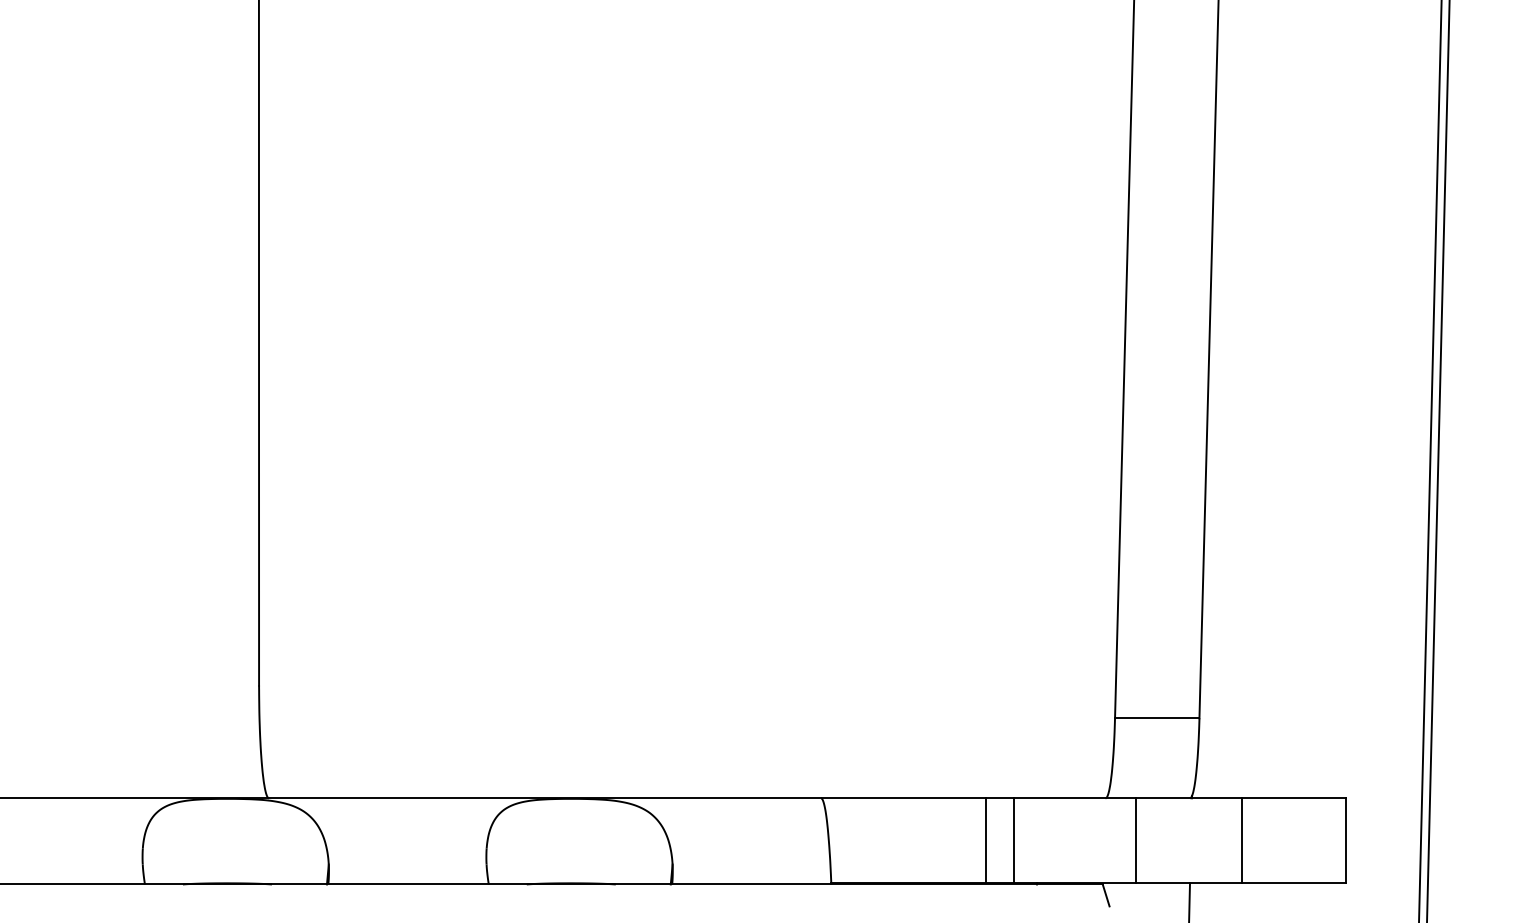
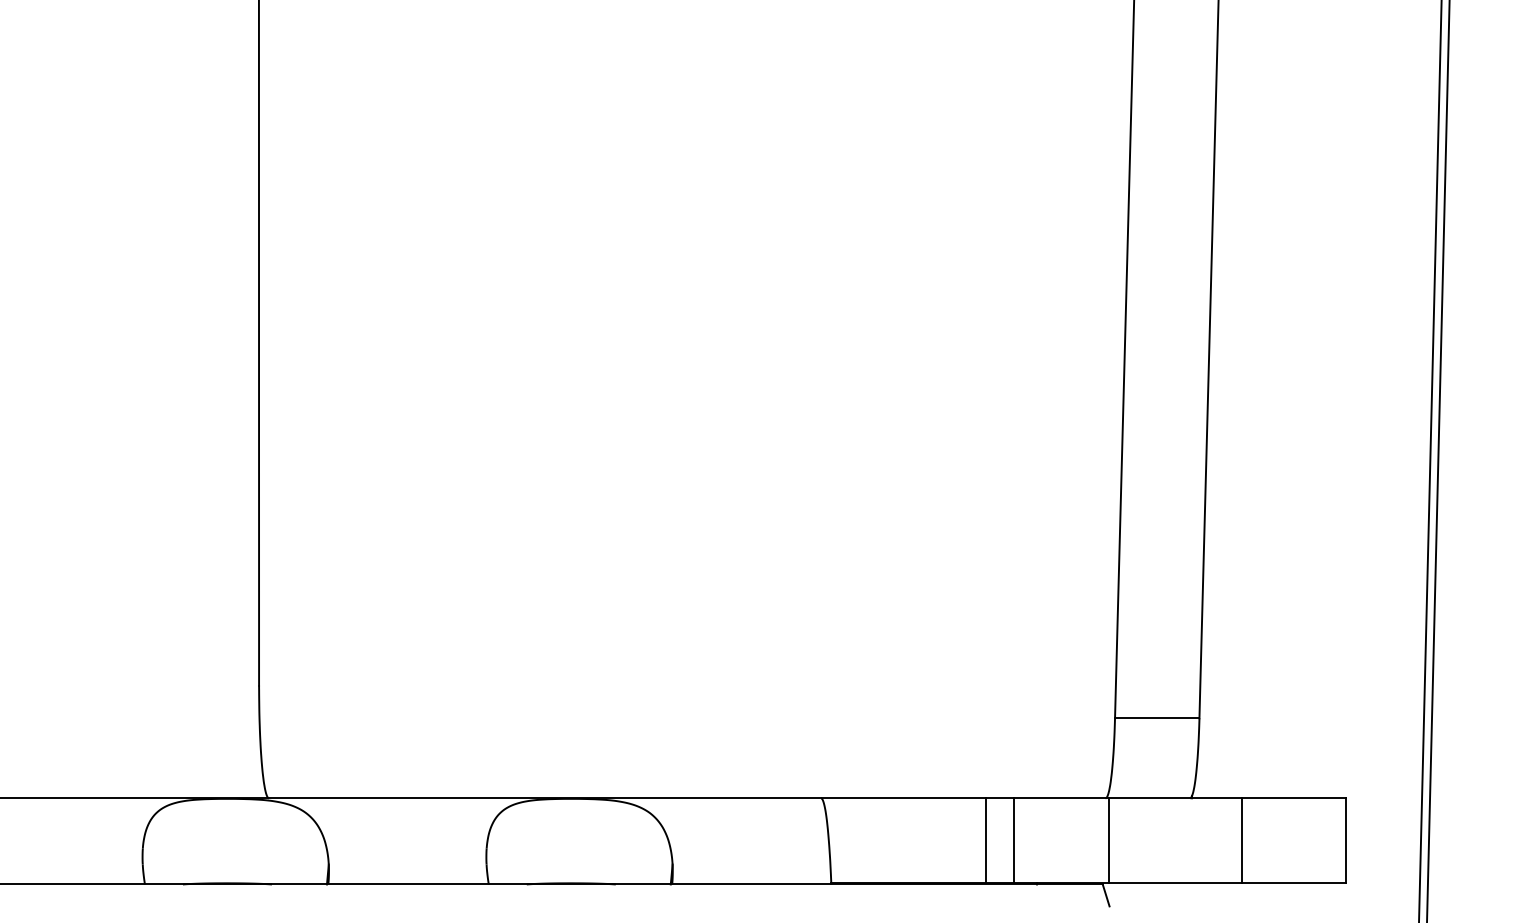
line at (1135, 840) position: (1135, 840) -> (1108, 840)
line at (1189, 901): present -> none
